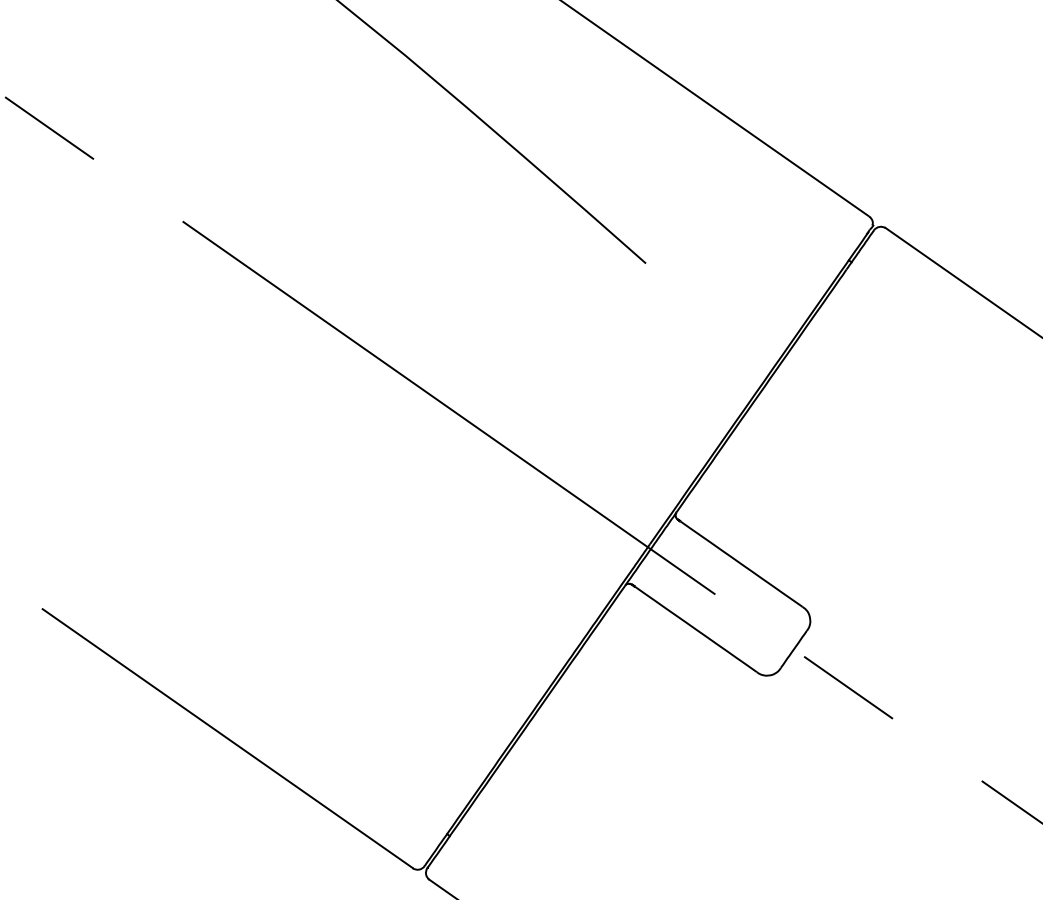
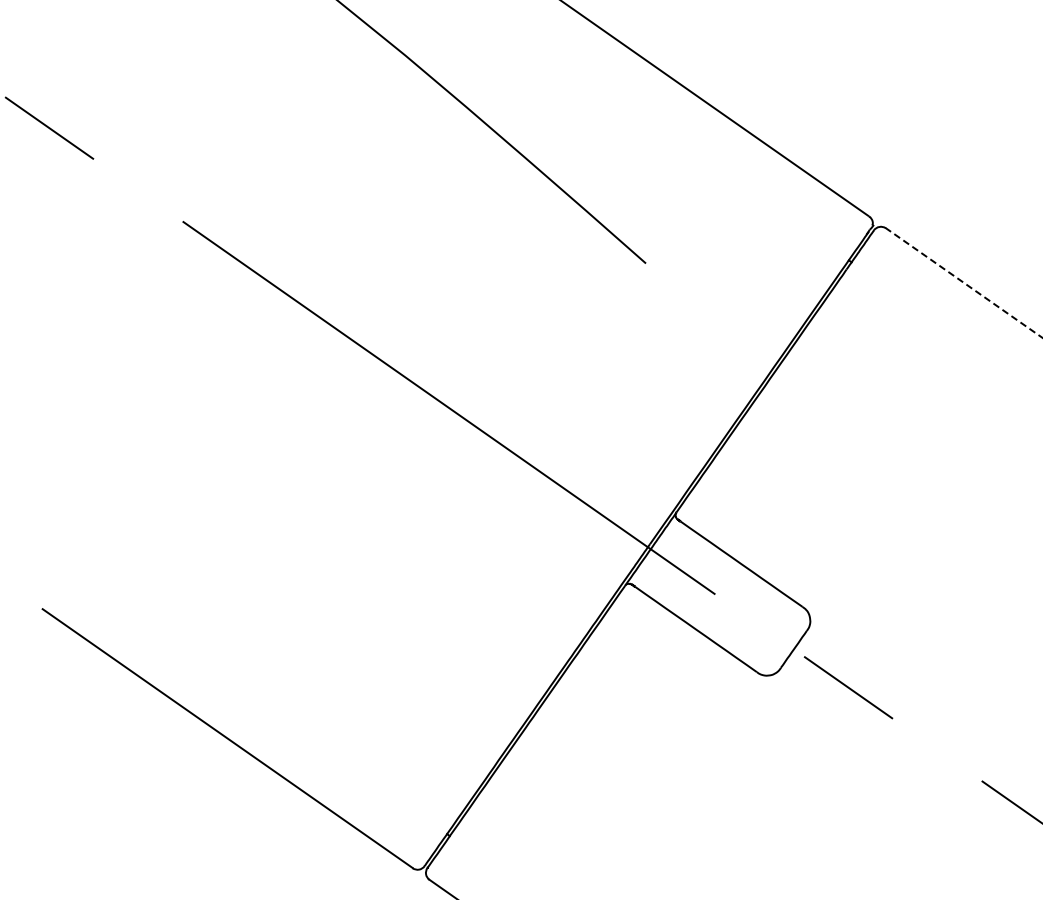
line at (963, 282): solid -> dashed
